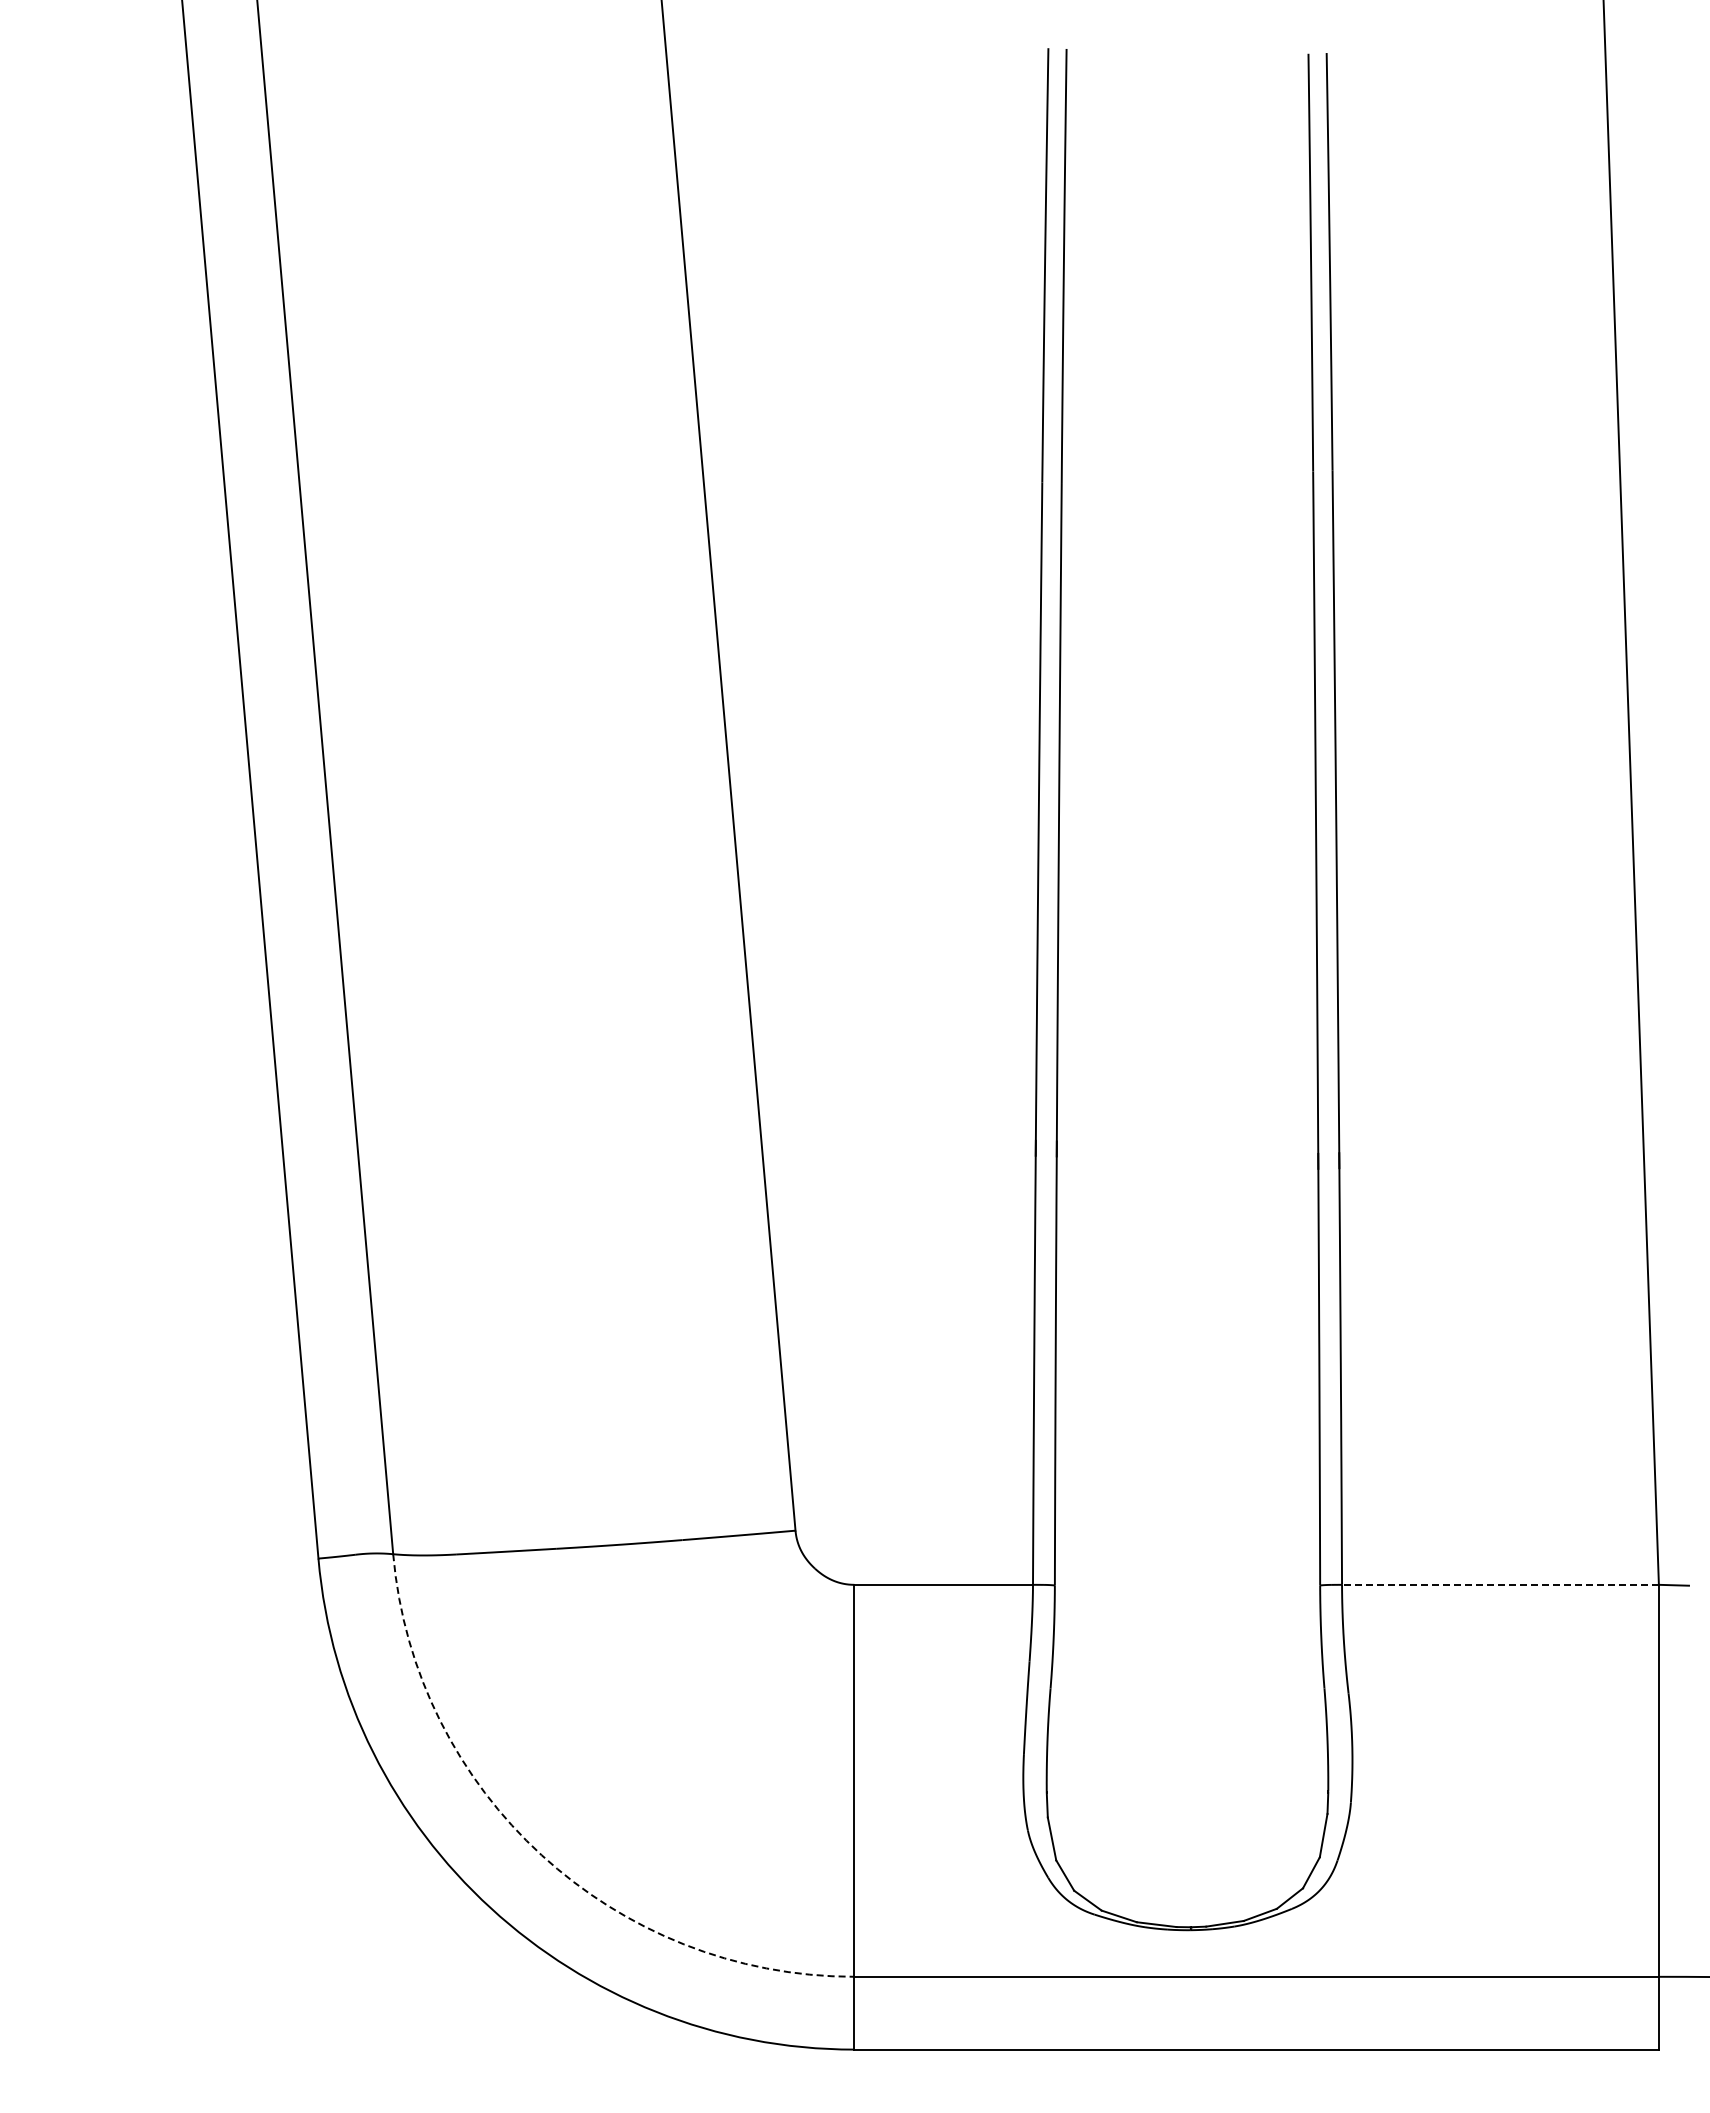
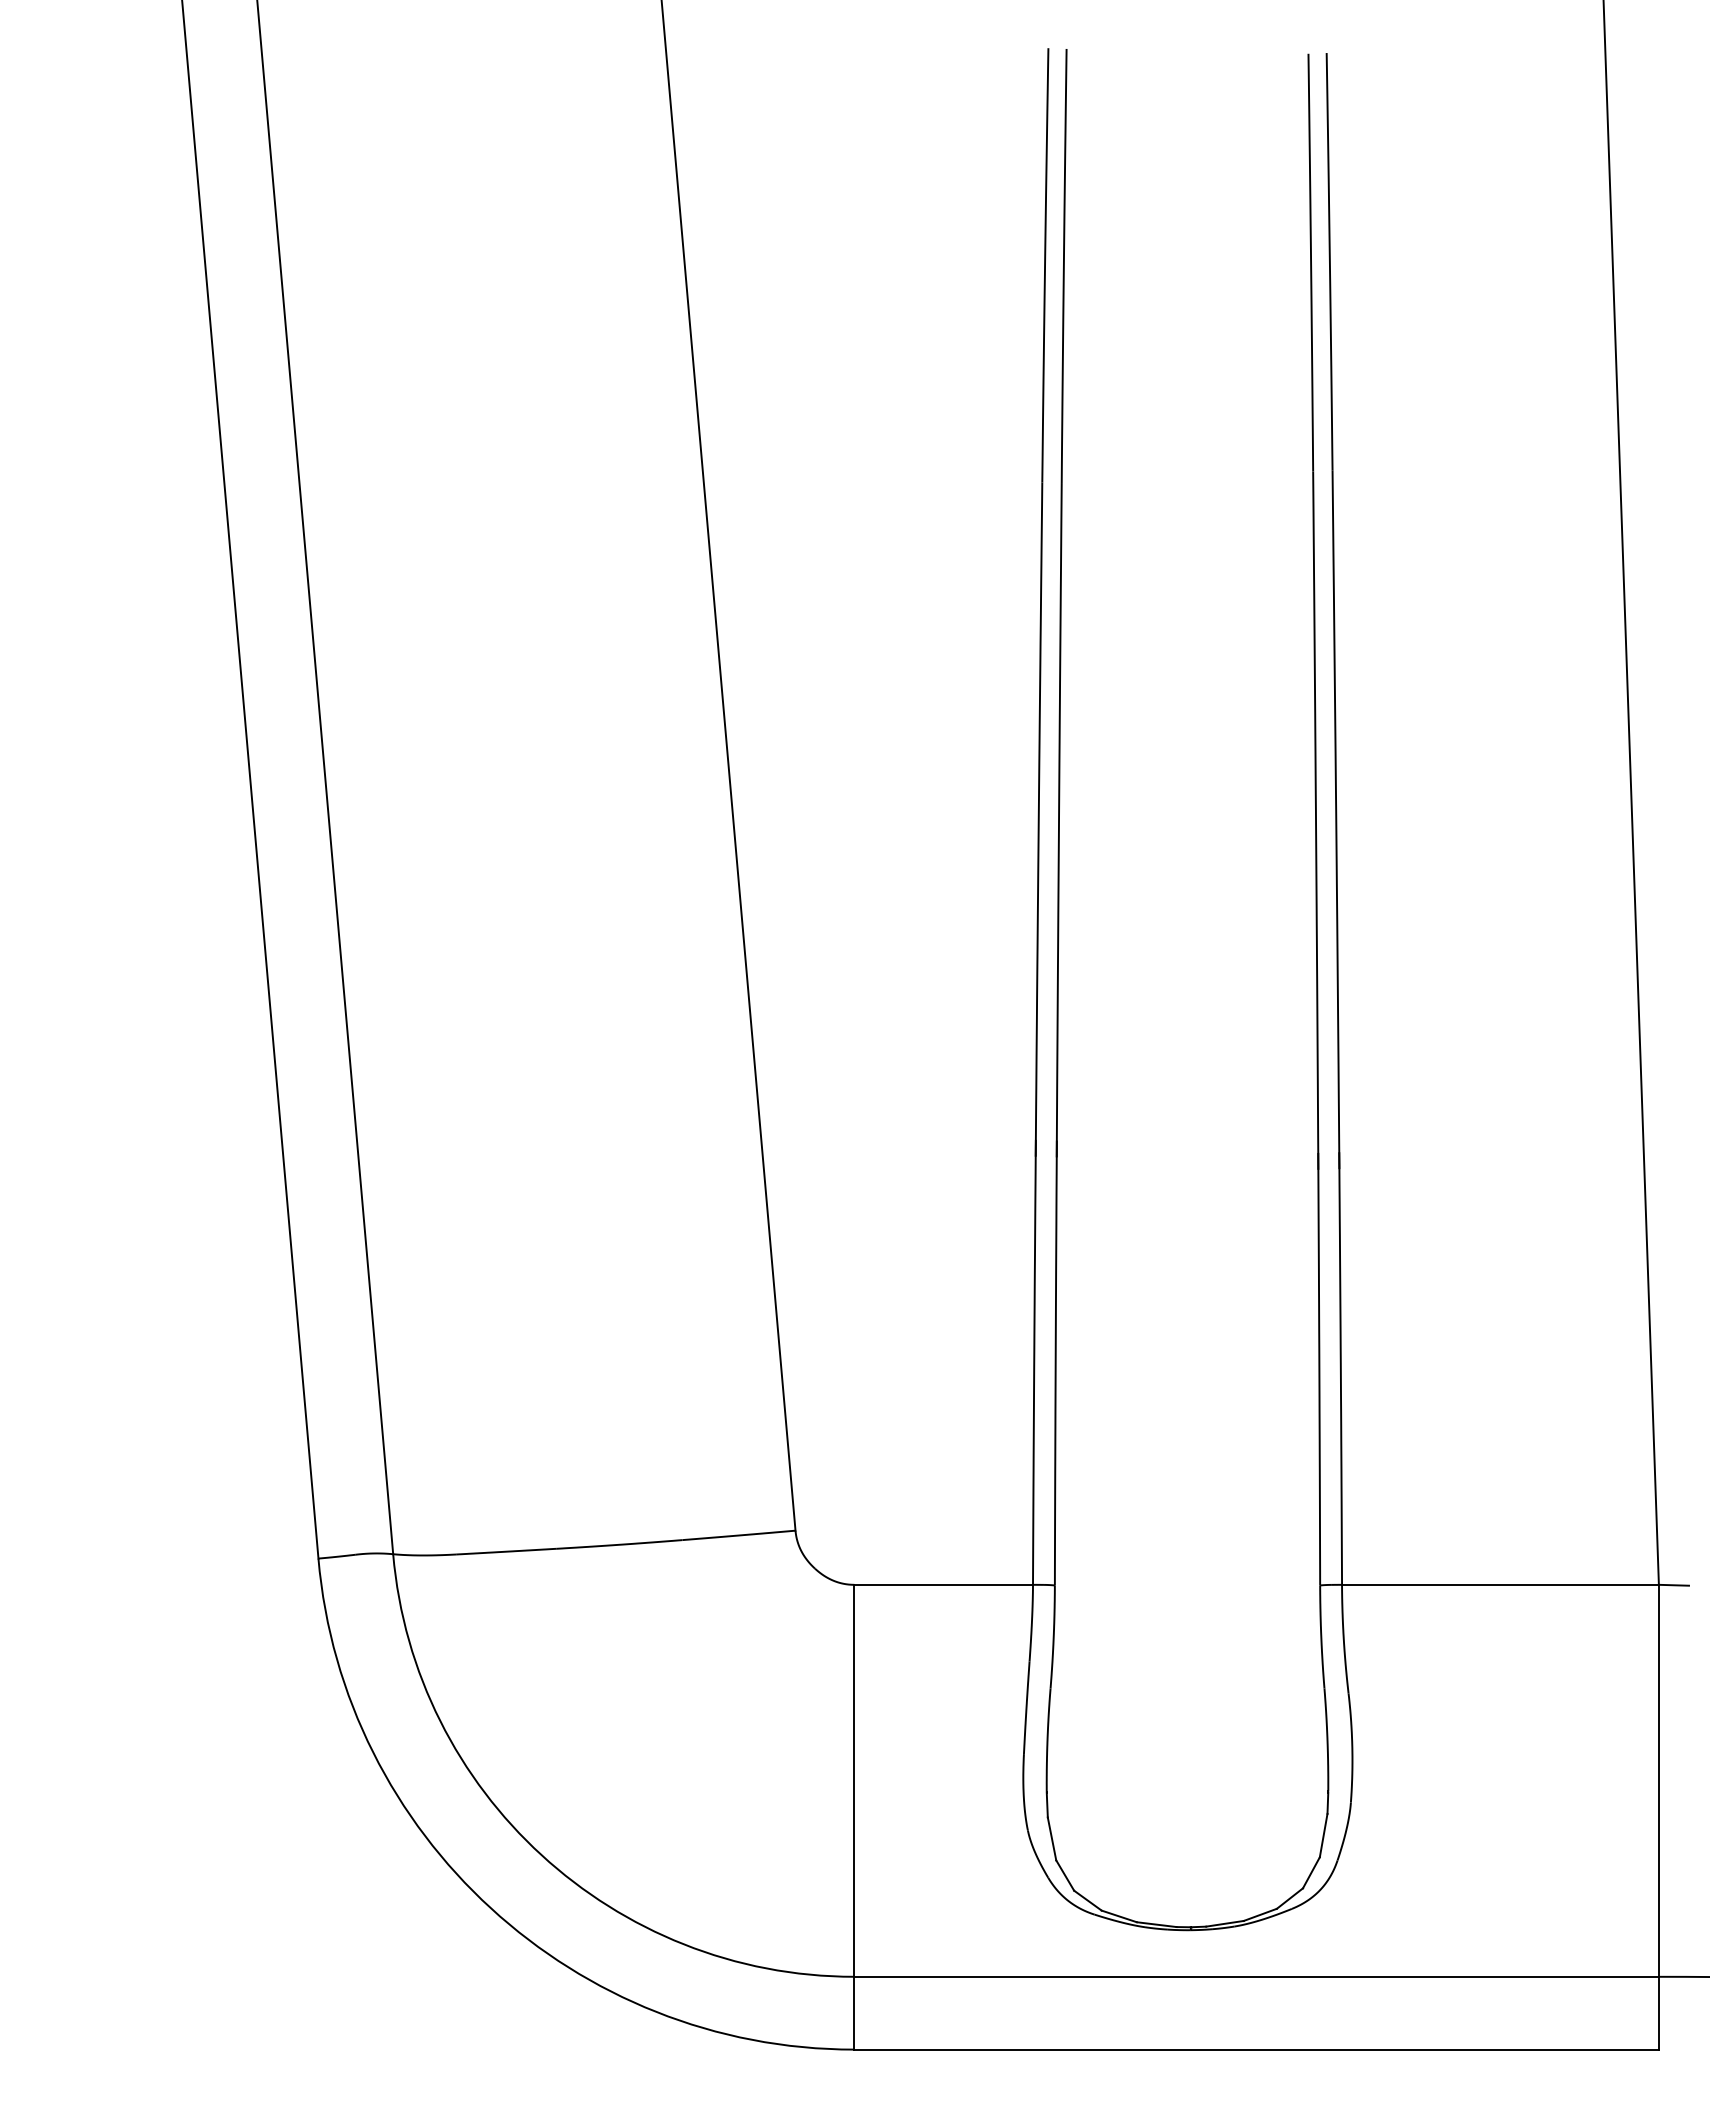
line at (1499, 1584): dashed -> solid
arc at (541, 1855): dashed -> solid
